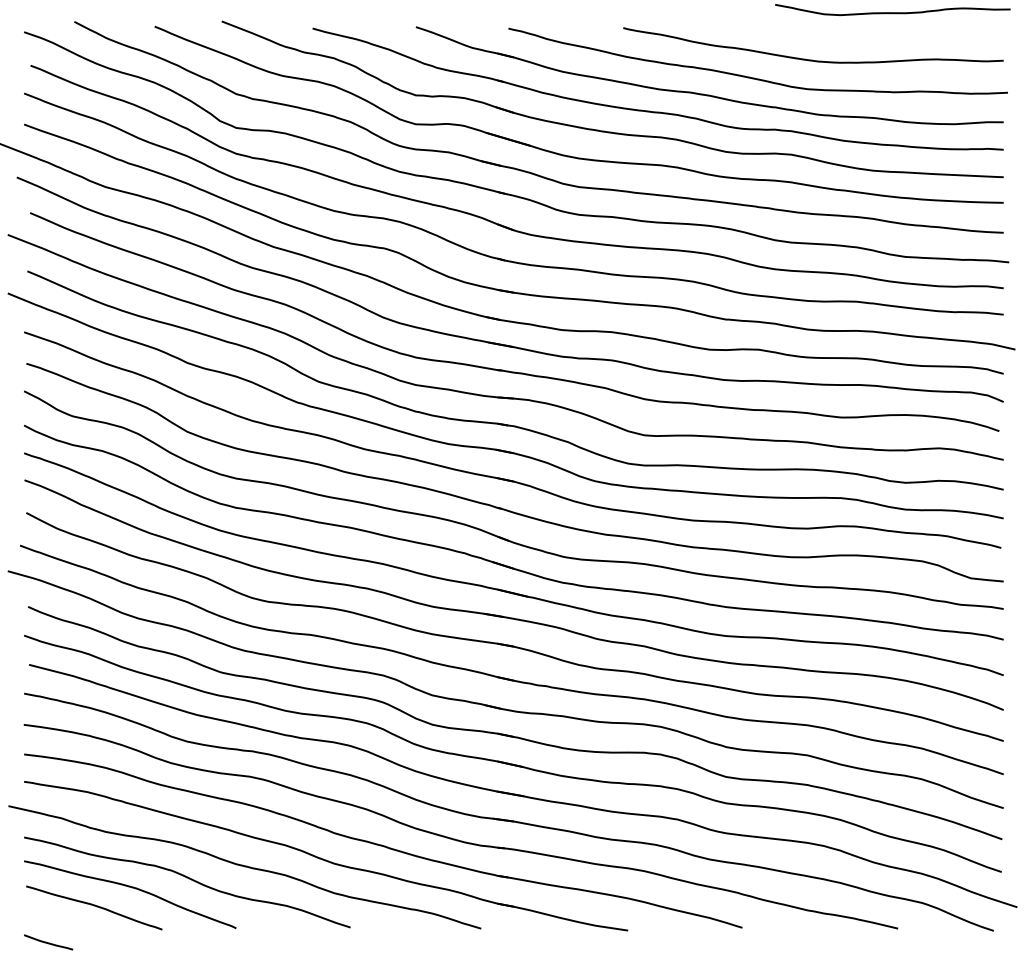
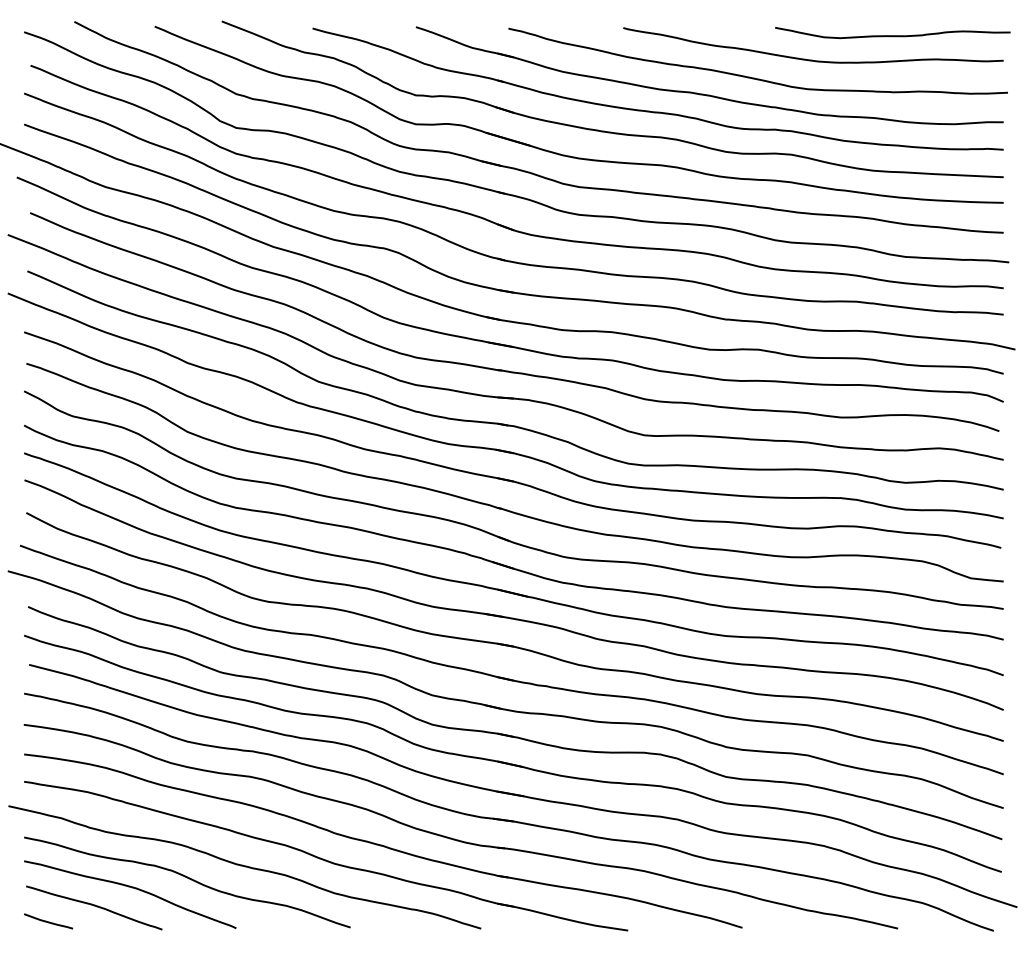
curve at (892, 12) position: (892, 12) -> (892, 35)
line at (48, 942) position: (48, 942) -> (48, 921)
